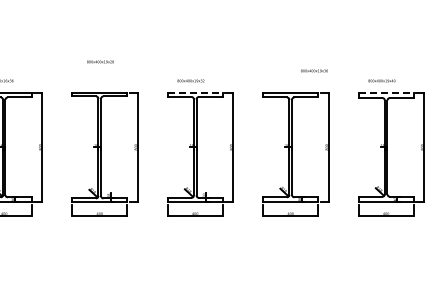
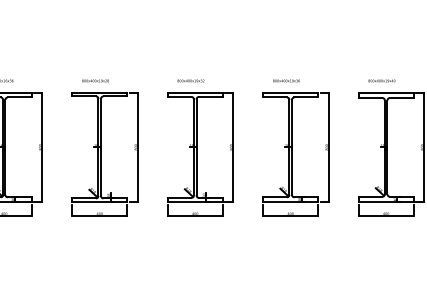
text at (100, 61) position: (100, 61) -> (95, 80)
text at (314, 70) position: (314, 70) -> (286, 80)
line at (195, 92): dashed -> solid
line at (386, 92): dashed -> solid
